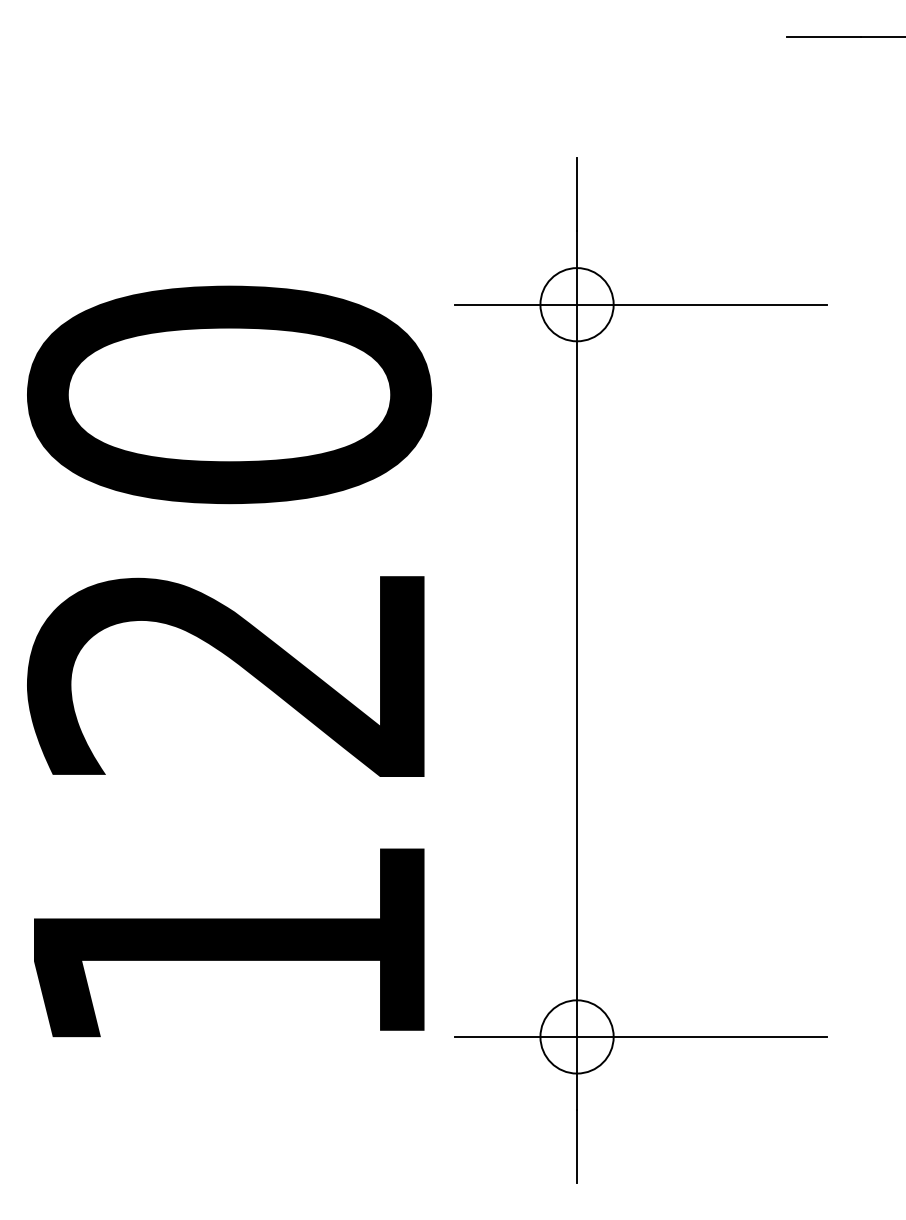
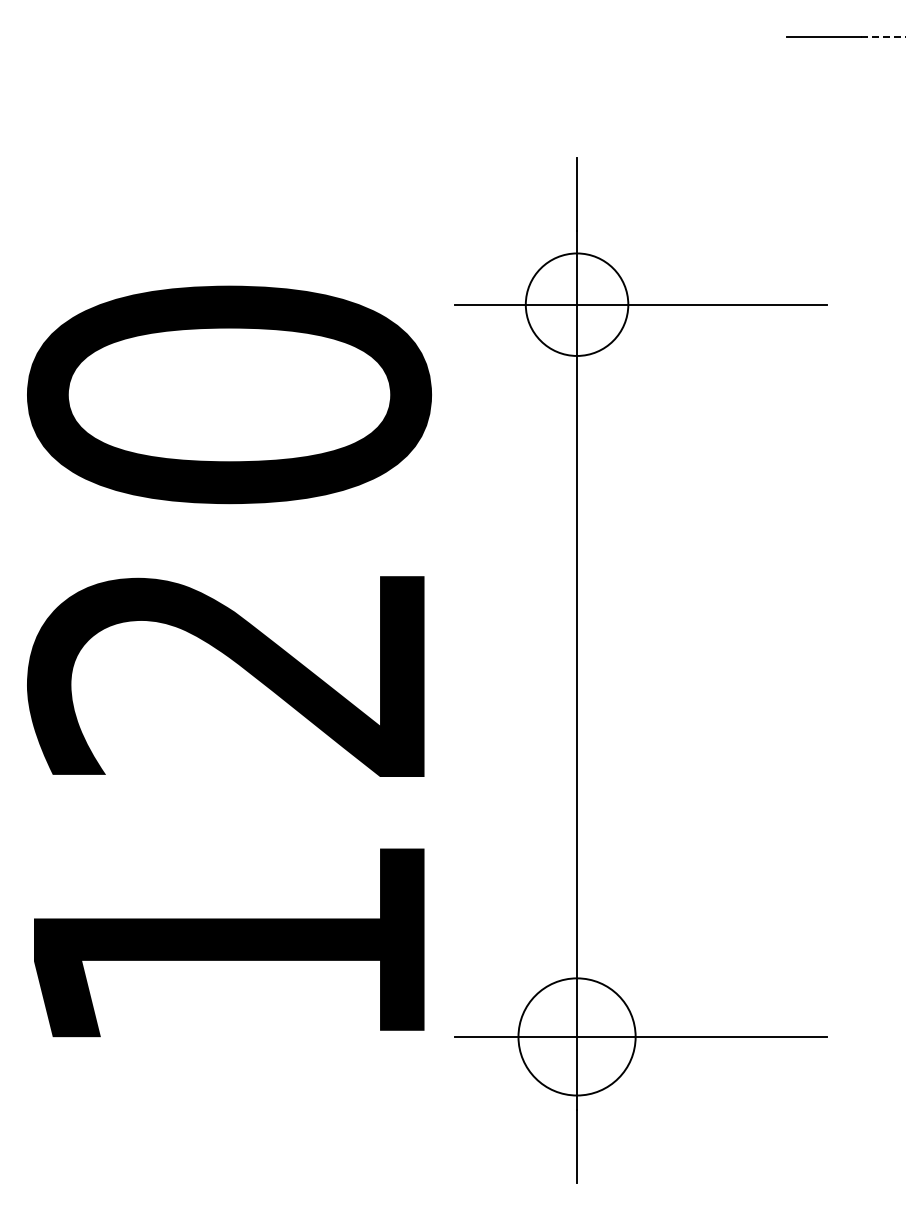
line at (882, 36): solid -> dashed
circle at (576, 304) diameter: 73 px -> 103 px
circle at (576, 1036) diameter: 73 px -> 117 px
